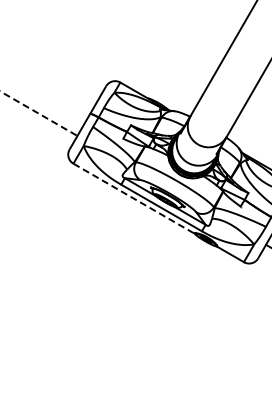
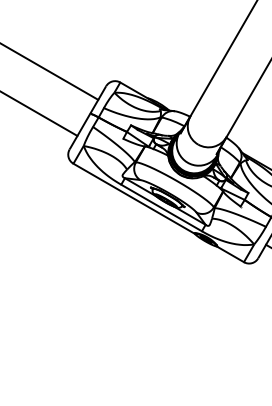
line at (50, 71): none -> present
line at (39, 113): dashed -> solid
line at (134, 199): dashed -> solid
